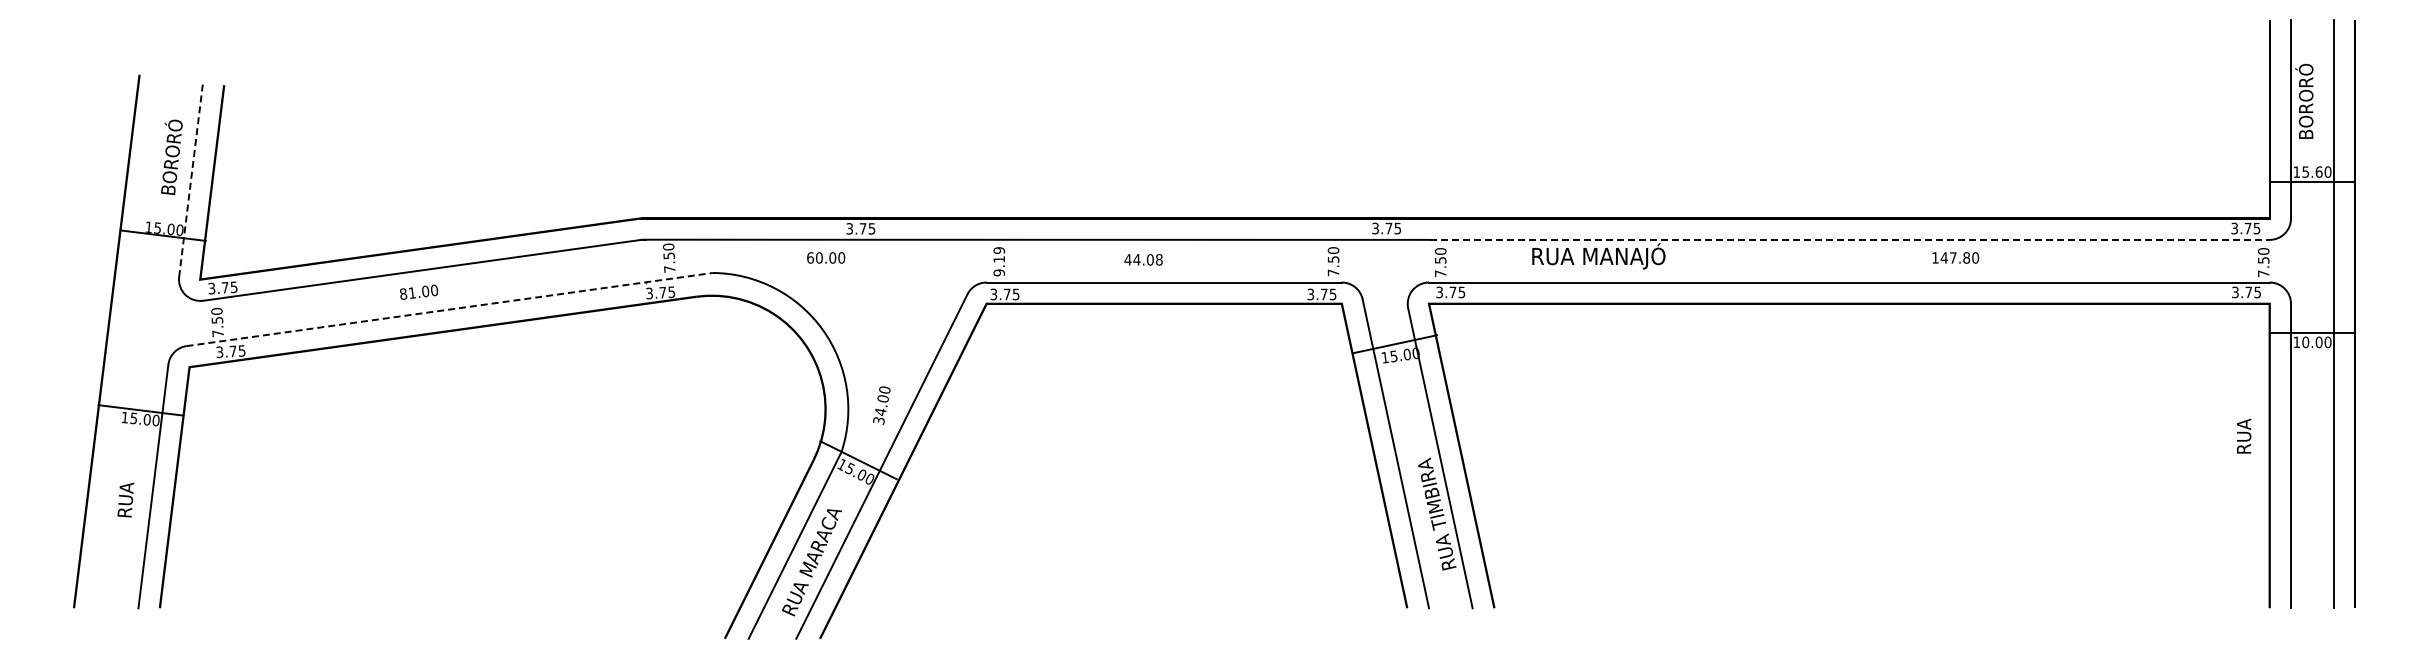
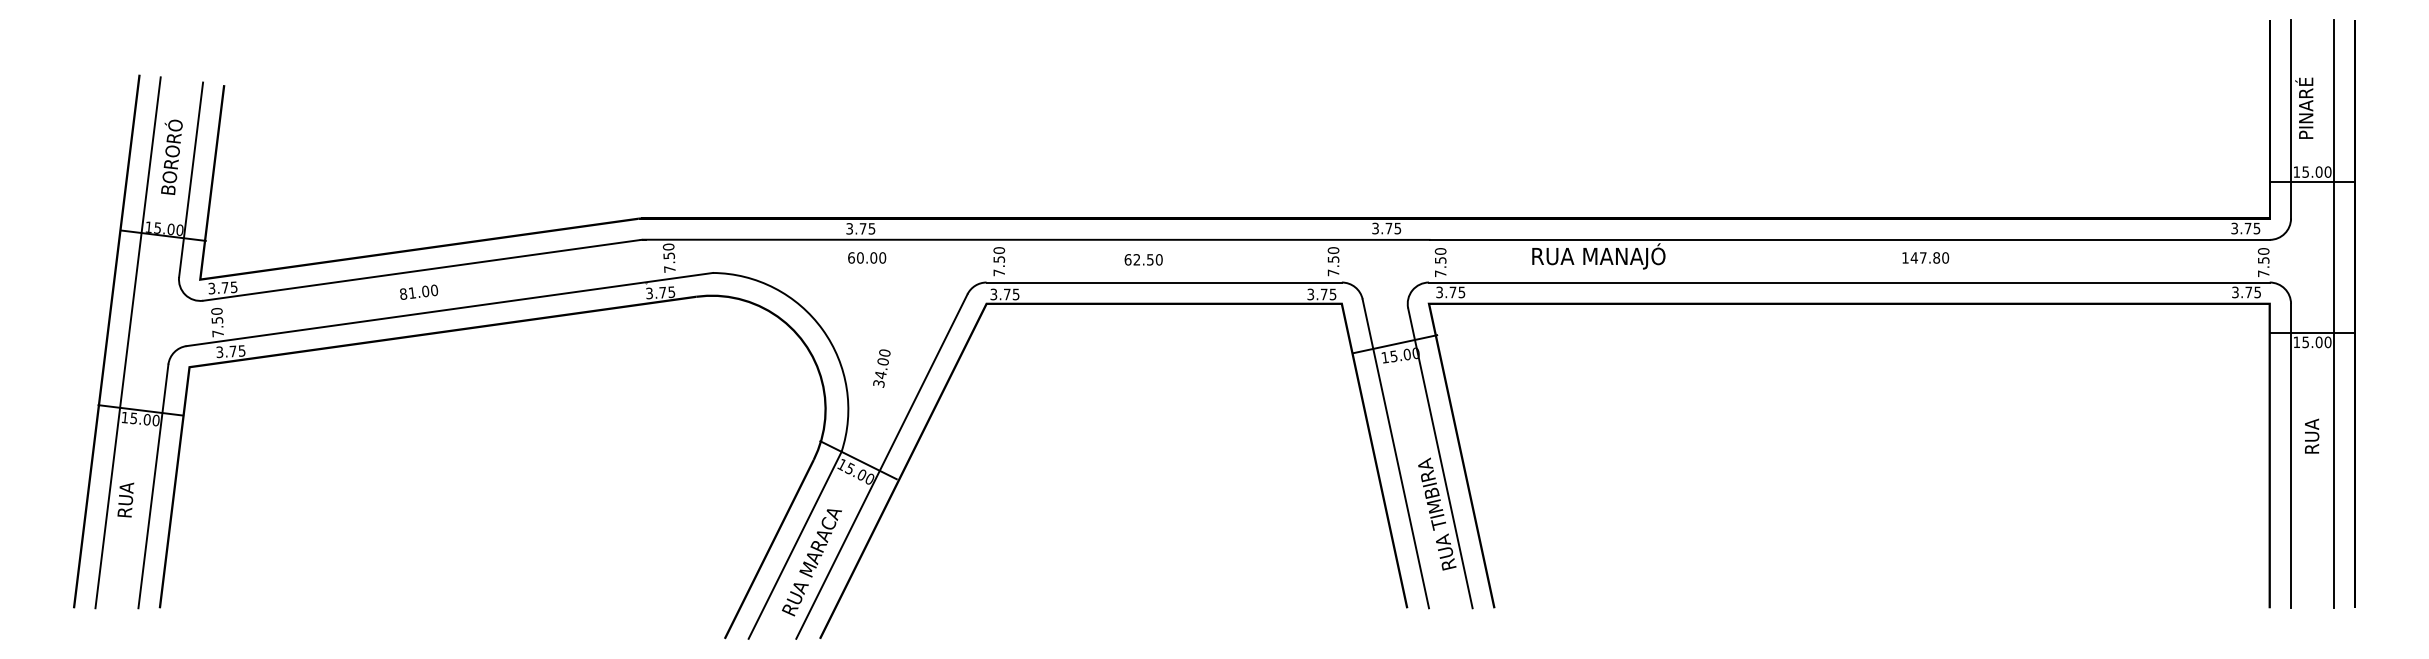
text at (2304, 100): BORORÓ -> PINARÉ
text at (2318, 171): 15.60 -> 15.00
line at (191, 179): dashed -> solid
line at (1850, 239): dashed -> solid
text at (826, 257) position: (826, 257) -> (867, 257)
text at (1955, 257) position: (1955, 257) -> (1925, 257)
text at (1143, 259): 44.08 -> 62.50
text at (999, 261): 9.19 -> 7.50
line at (449, 309): dashed -> solid
line at (127, 342): none -> present
text at (2305, 342): 10.00 -> 15.00
text at (881, 405) position: (881, 405) -> (881, 368)
text at (2244, 435) position: (2244, 435) -> (2312, 435)
